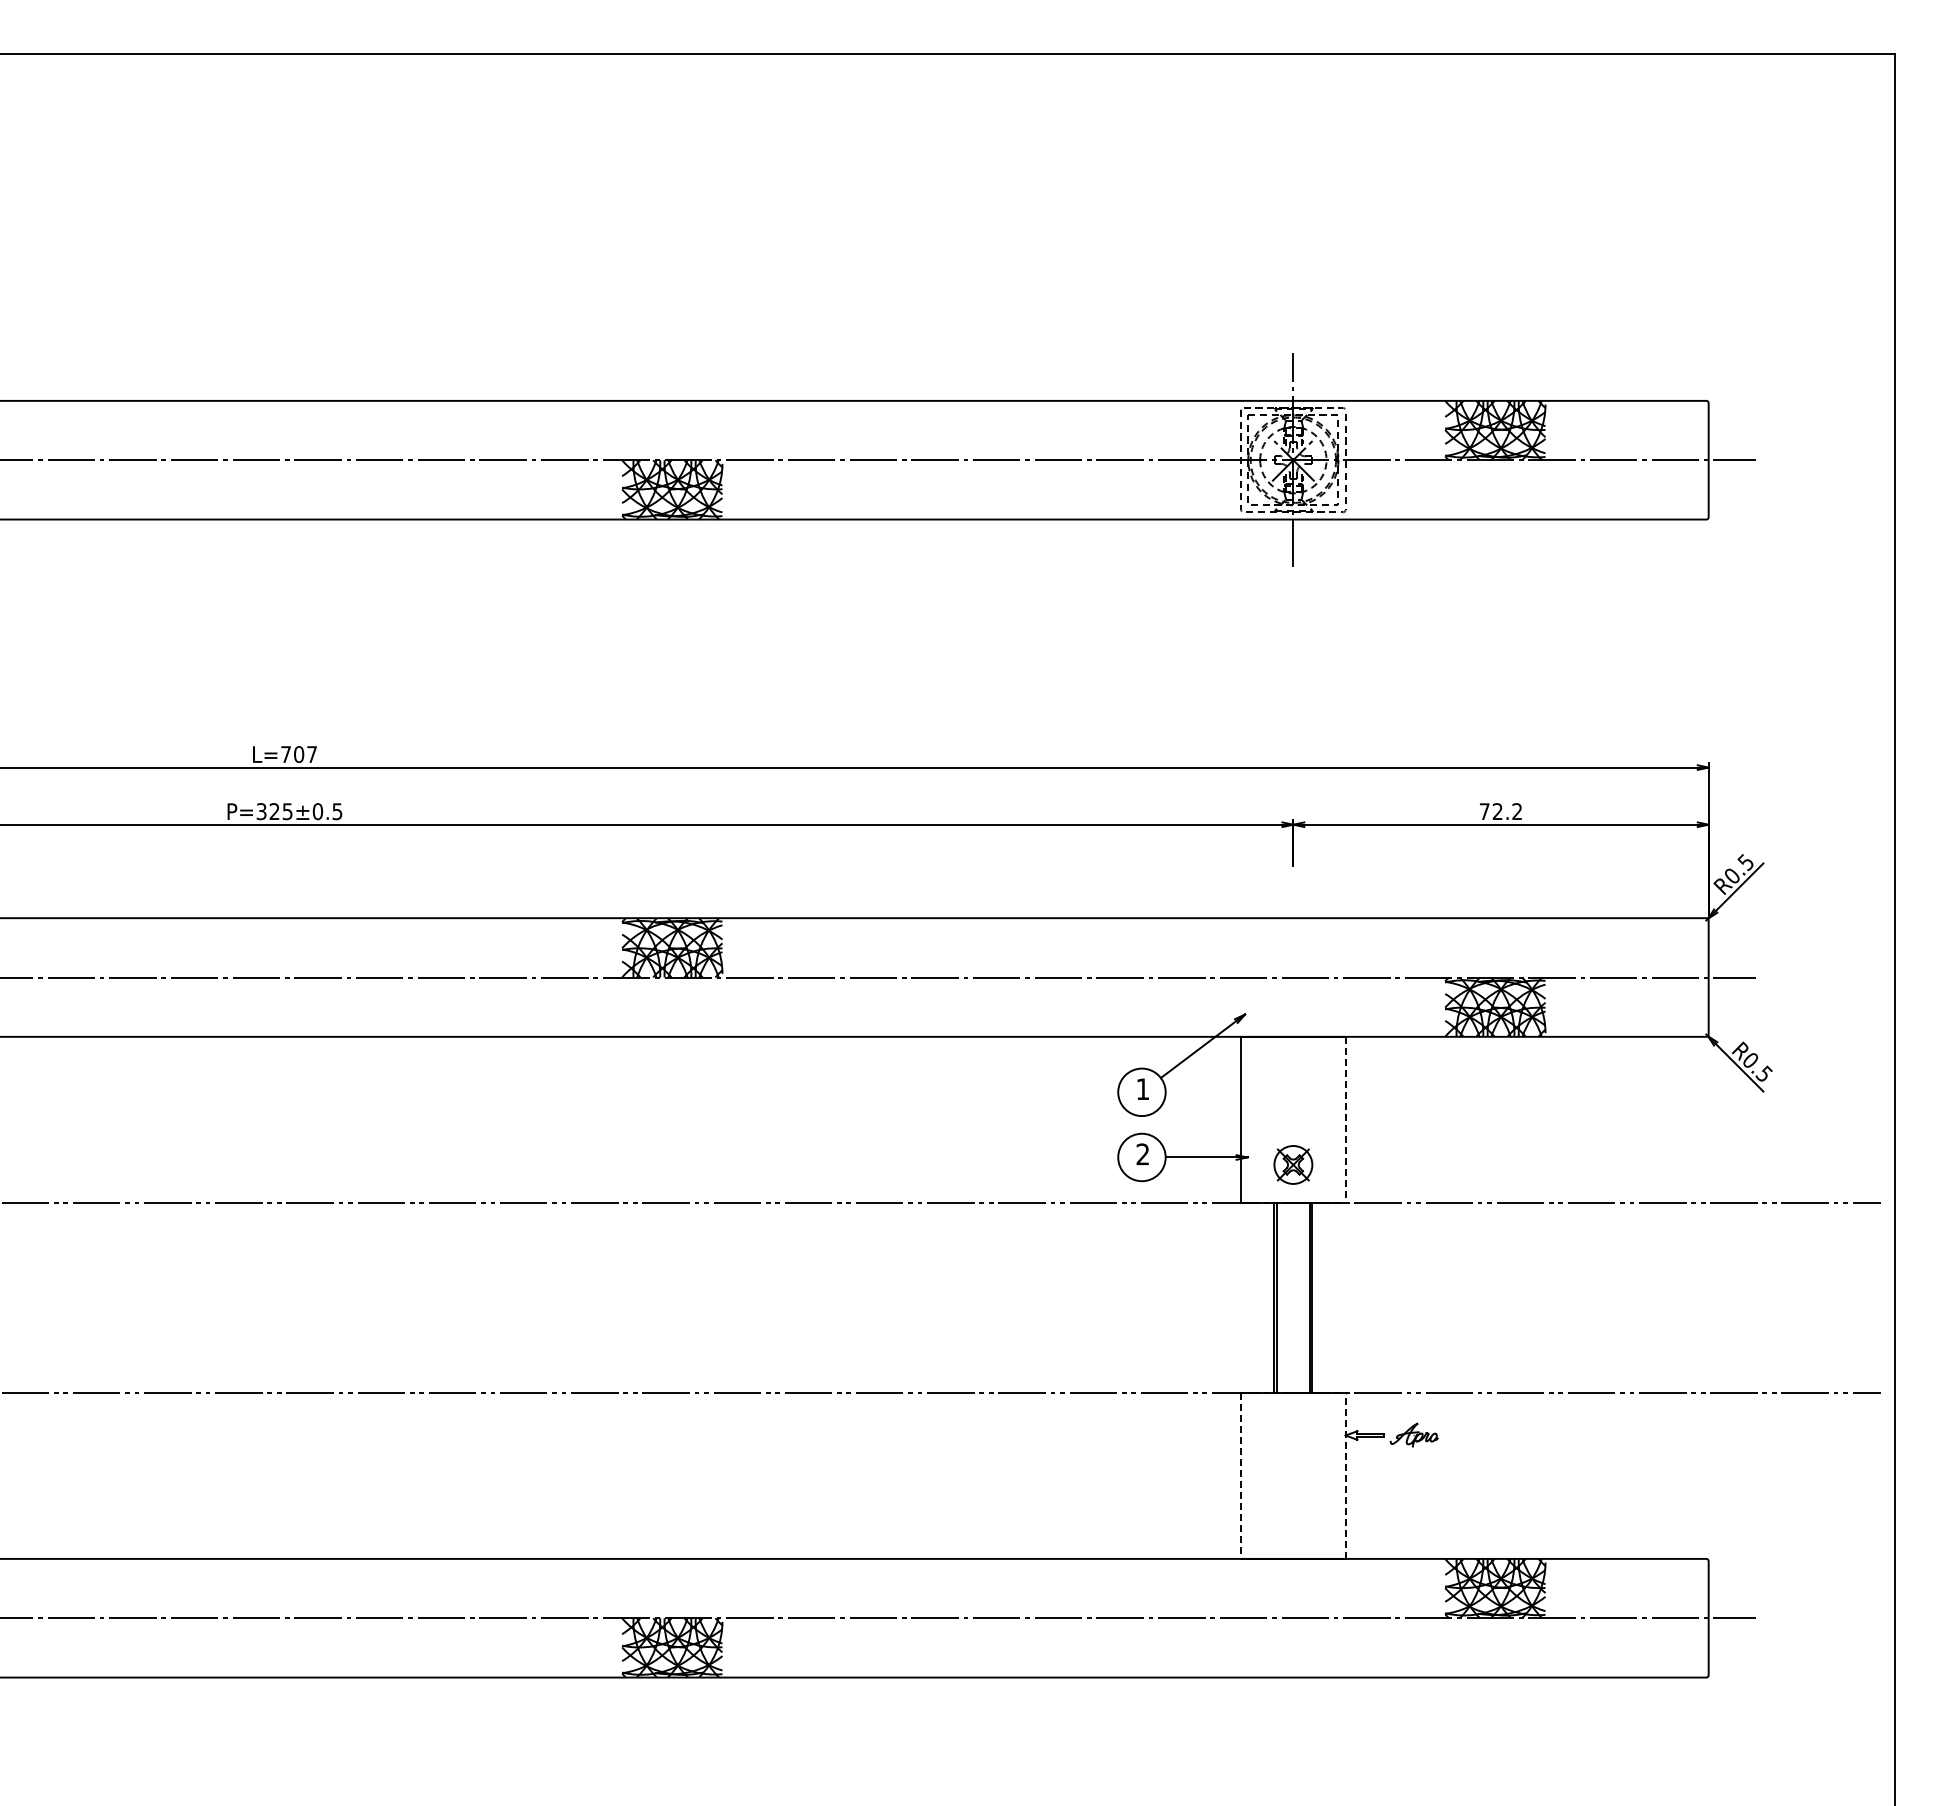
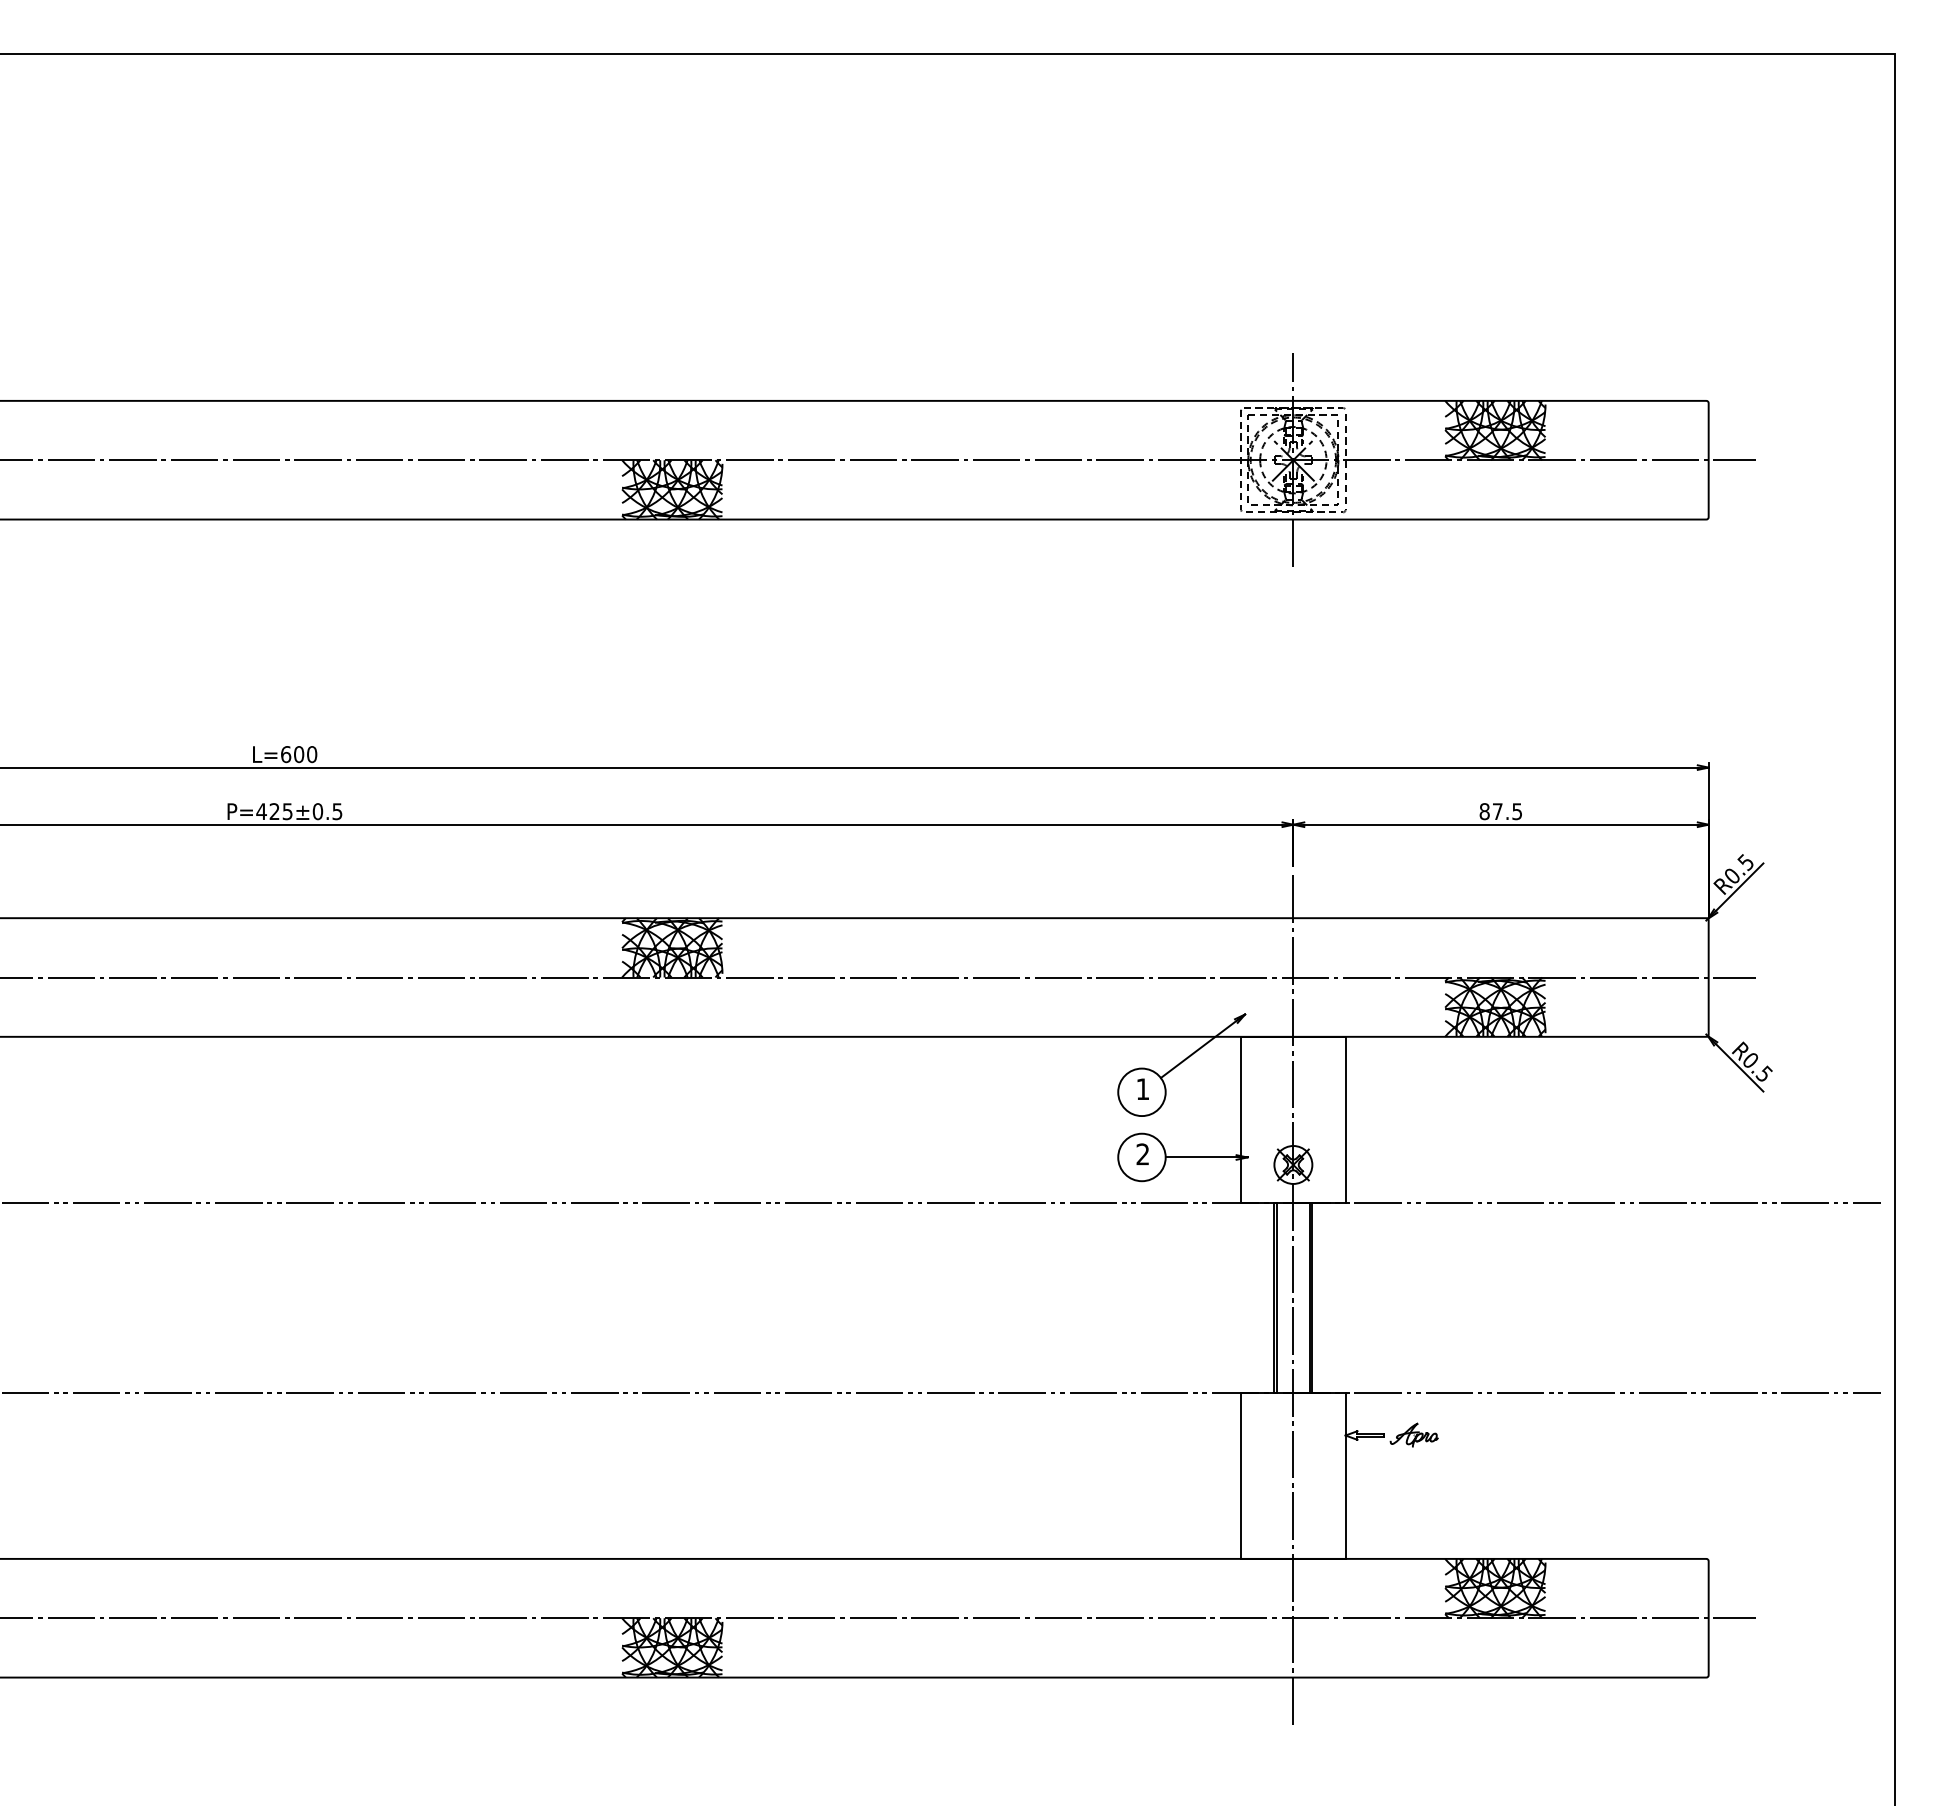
text at (299, 754): L=707 -> L=600
text at (261, 811): P=325±0.5 -> P=425±0.5
text at (1500, 811): 72.2 -> 87.5
line at (1345, 1120): dashed -> solid
line at (1293, 1297): none -> present
line at (1345, 1475): dashed -> solid
line at (1241, 1476): dashed -> solid
